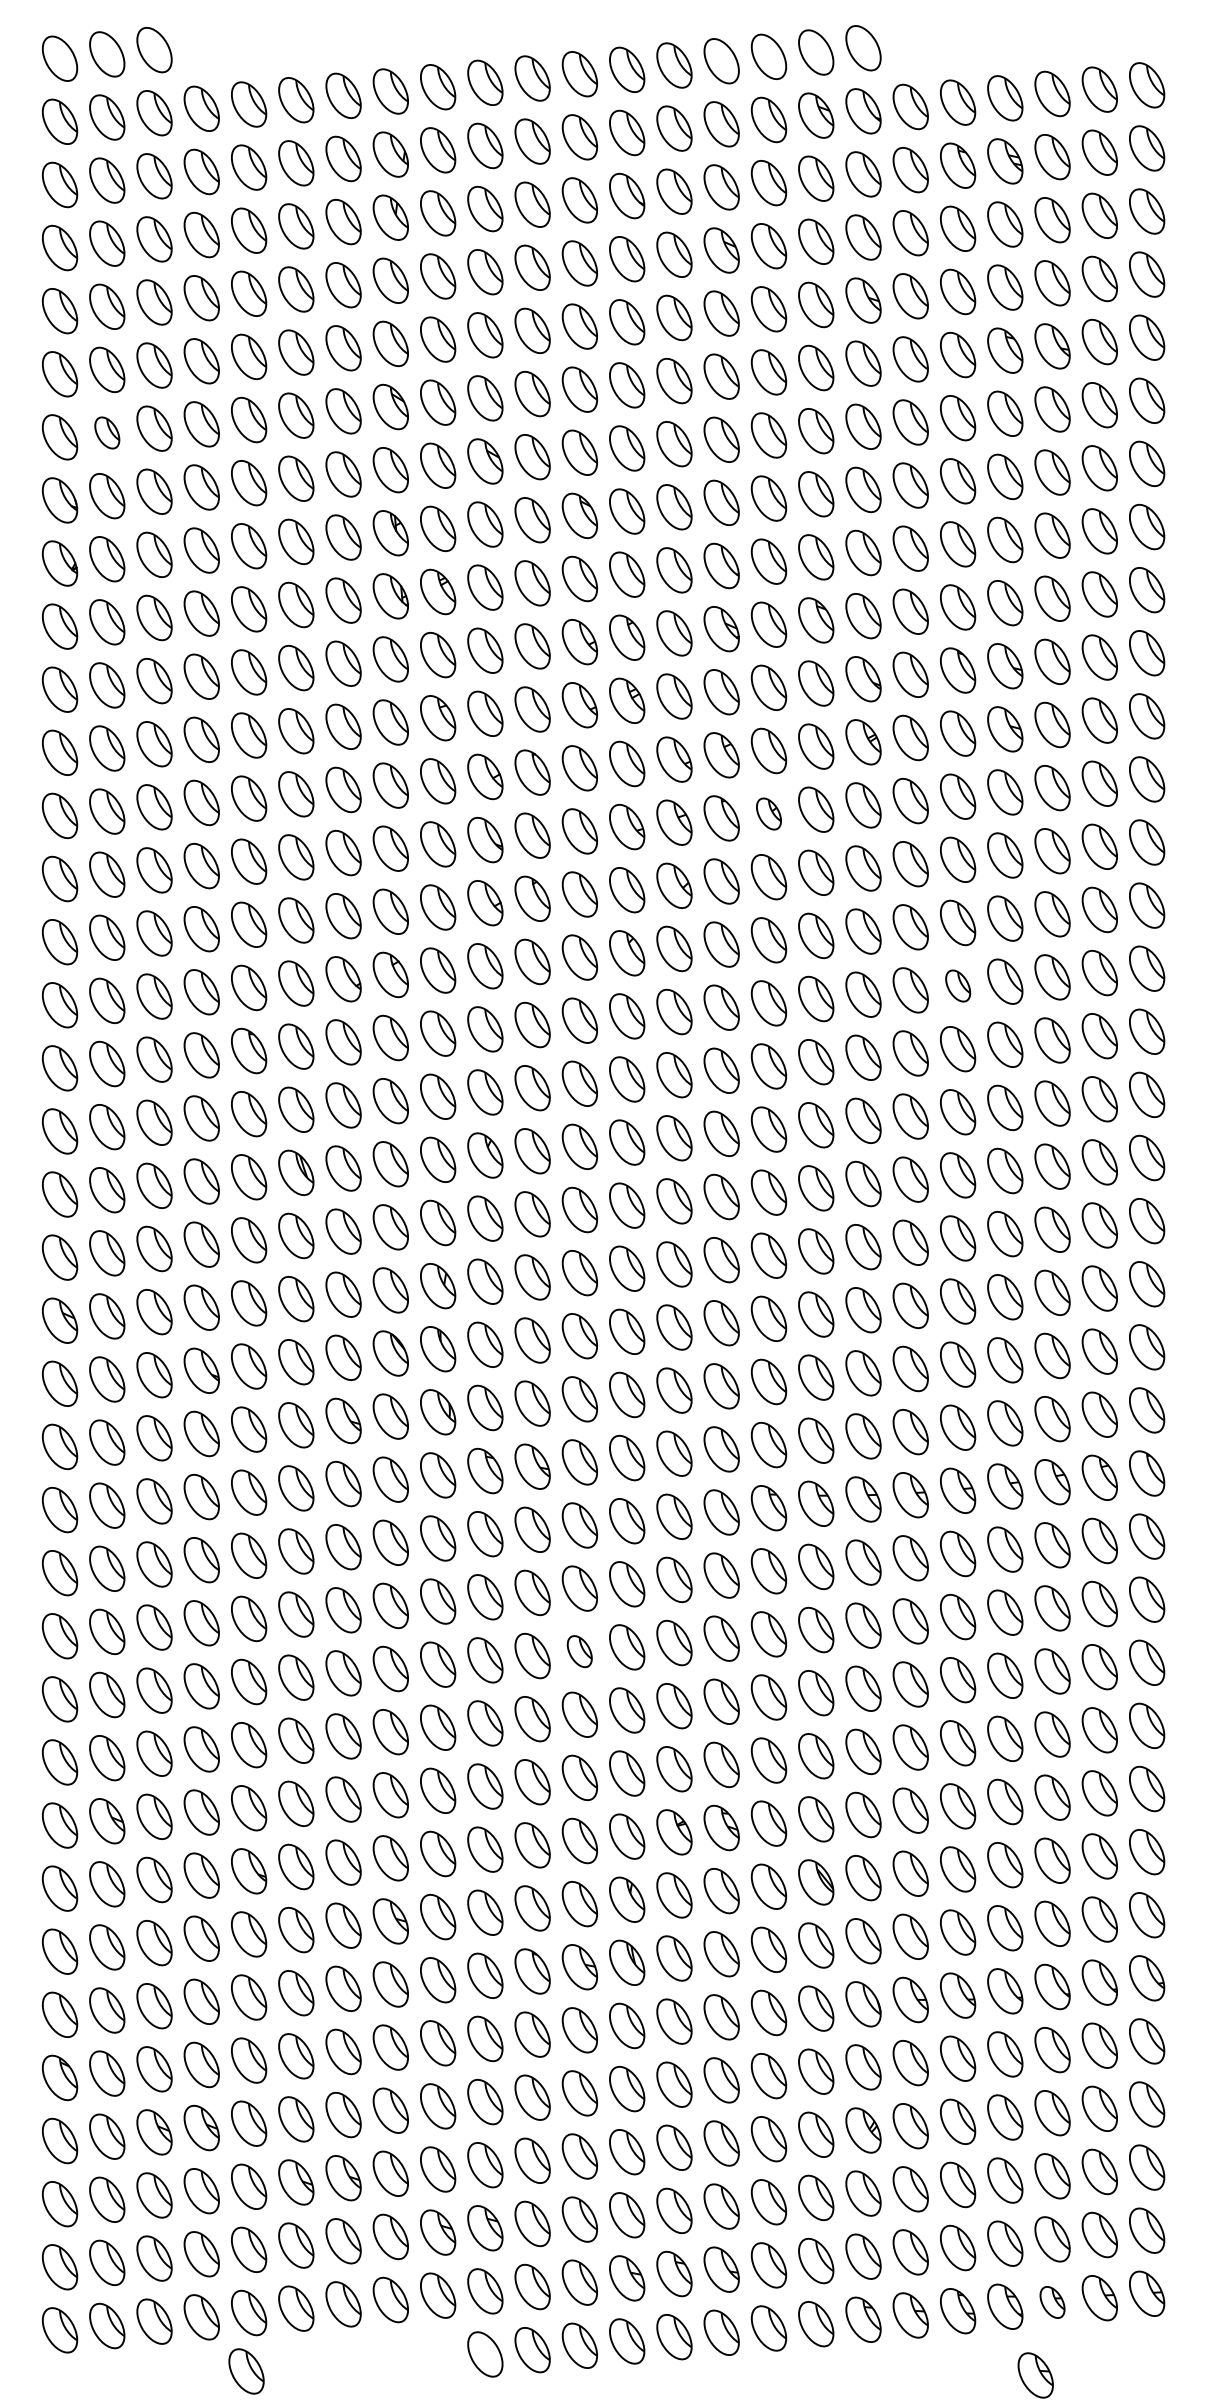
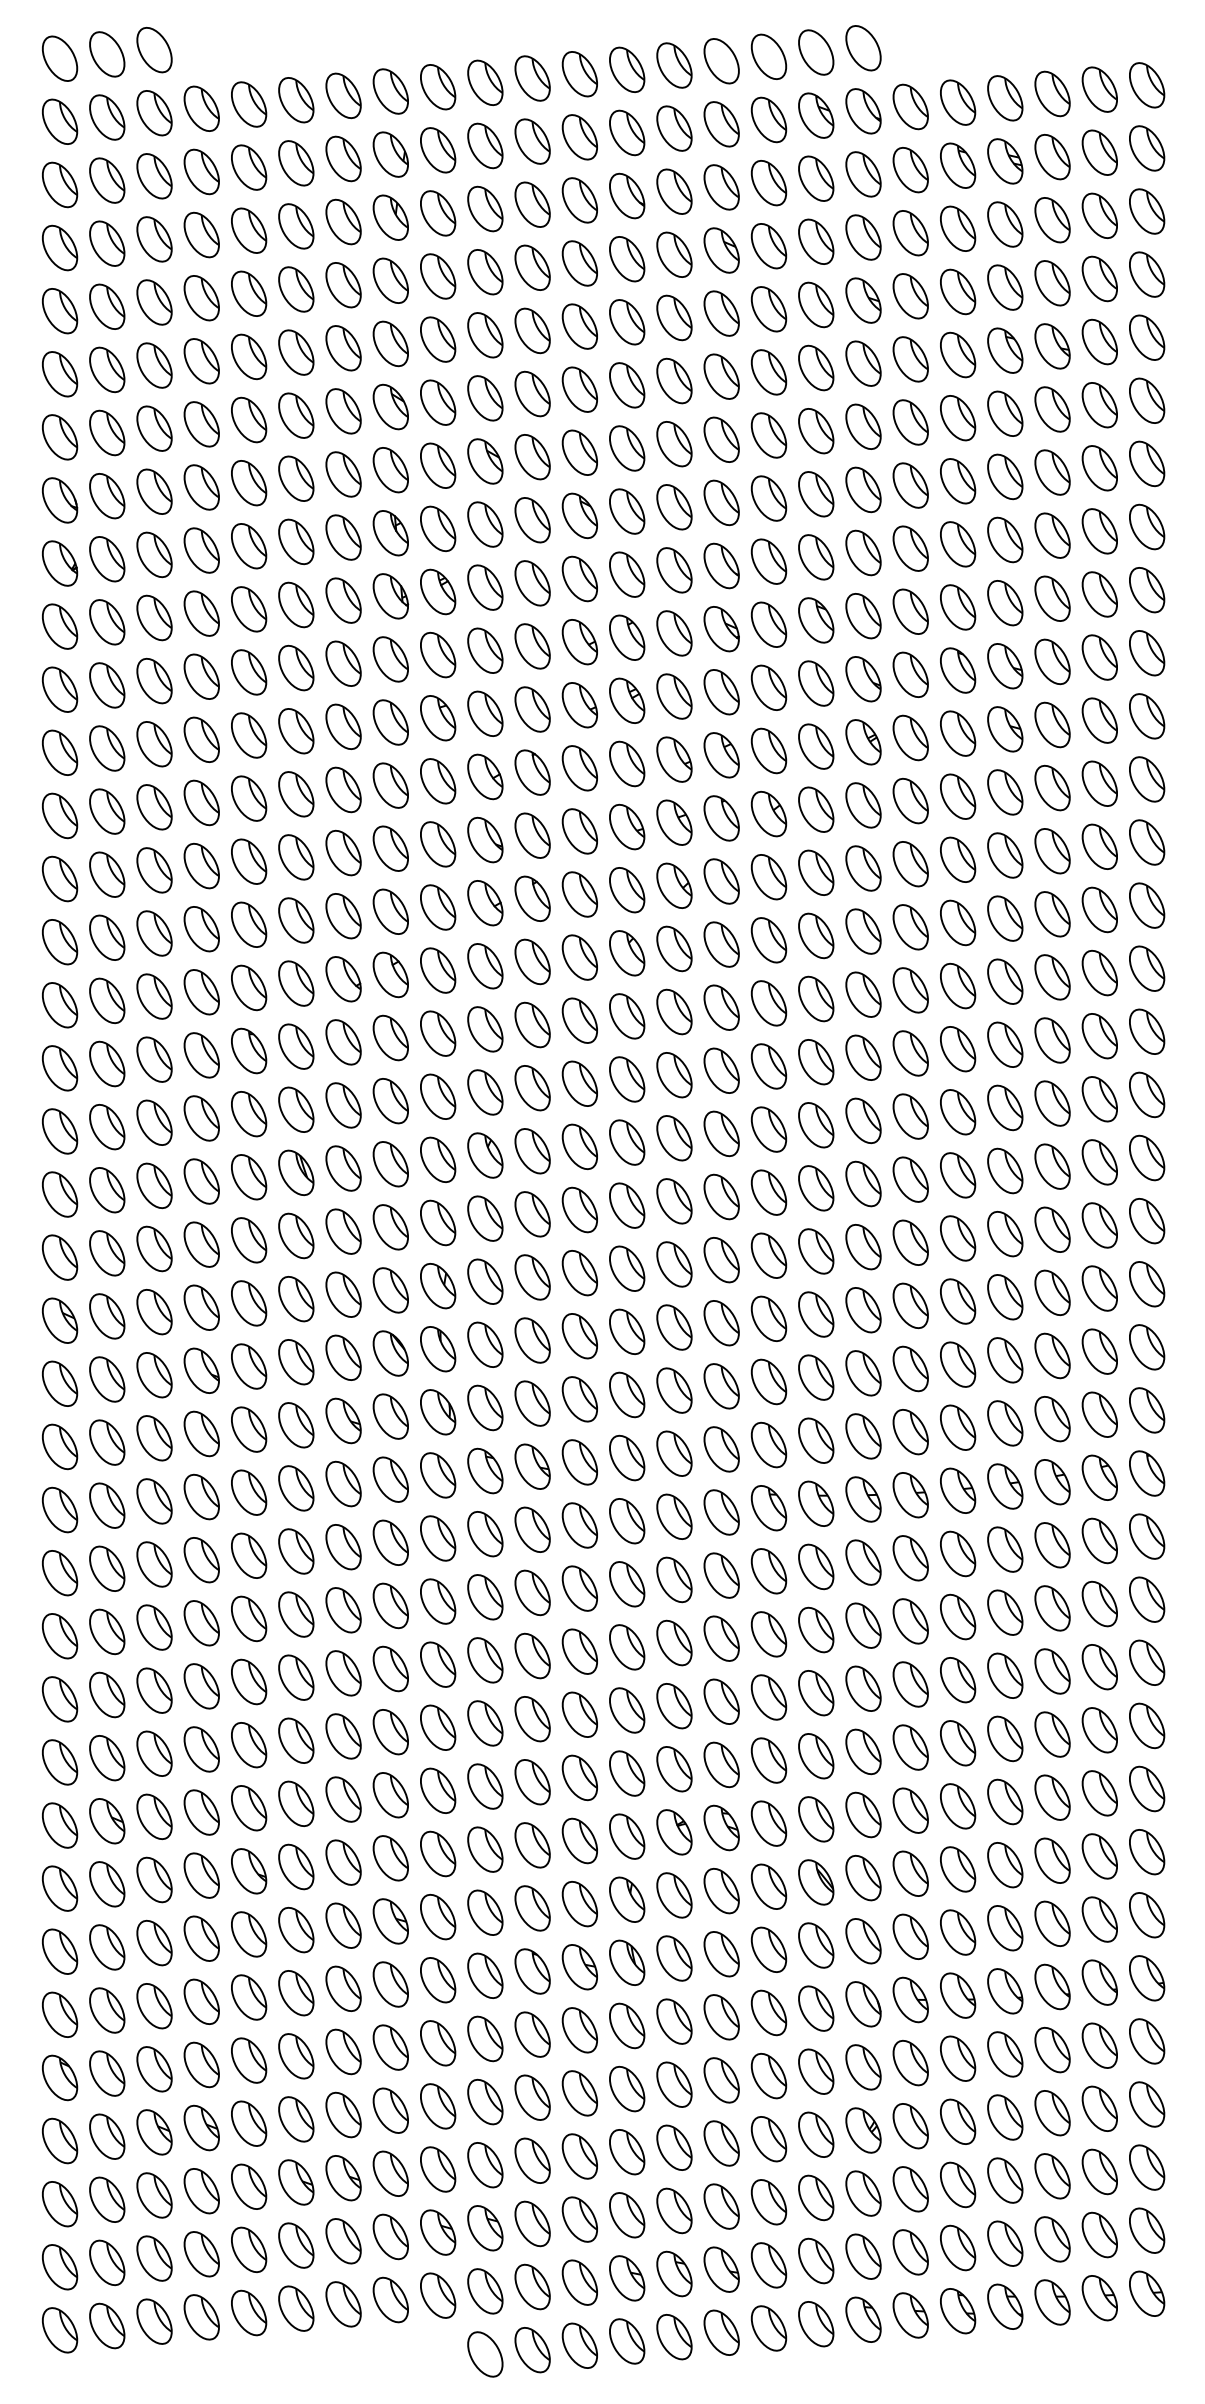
part at (107, 432) size: 27x34 px -> 37x48 px
part at (768, 813) size: 26x34 px -> 38x48 px
part at (958, 985) size: 27x34 px -> 37x48 px
part at (579, 1651) size: 27x34 px -> 37x47 px
part at (1052, 2302) size: 27x33 px -> 37x47 px
part at (246, 2371): present -> none
part at (1035, 2375): present -> none
